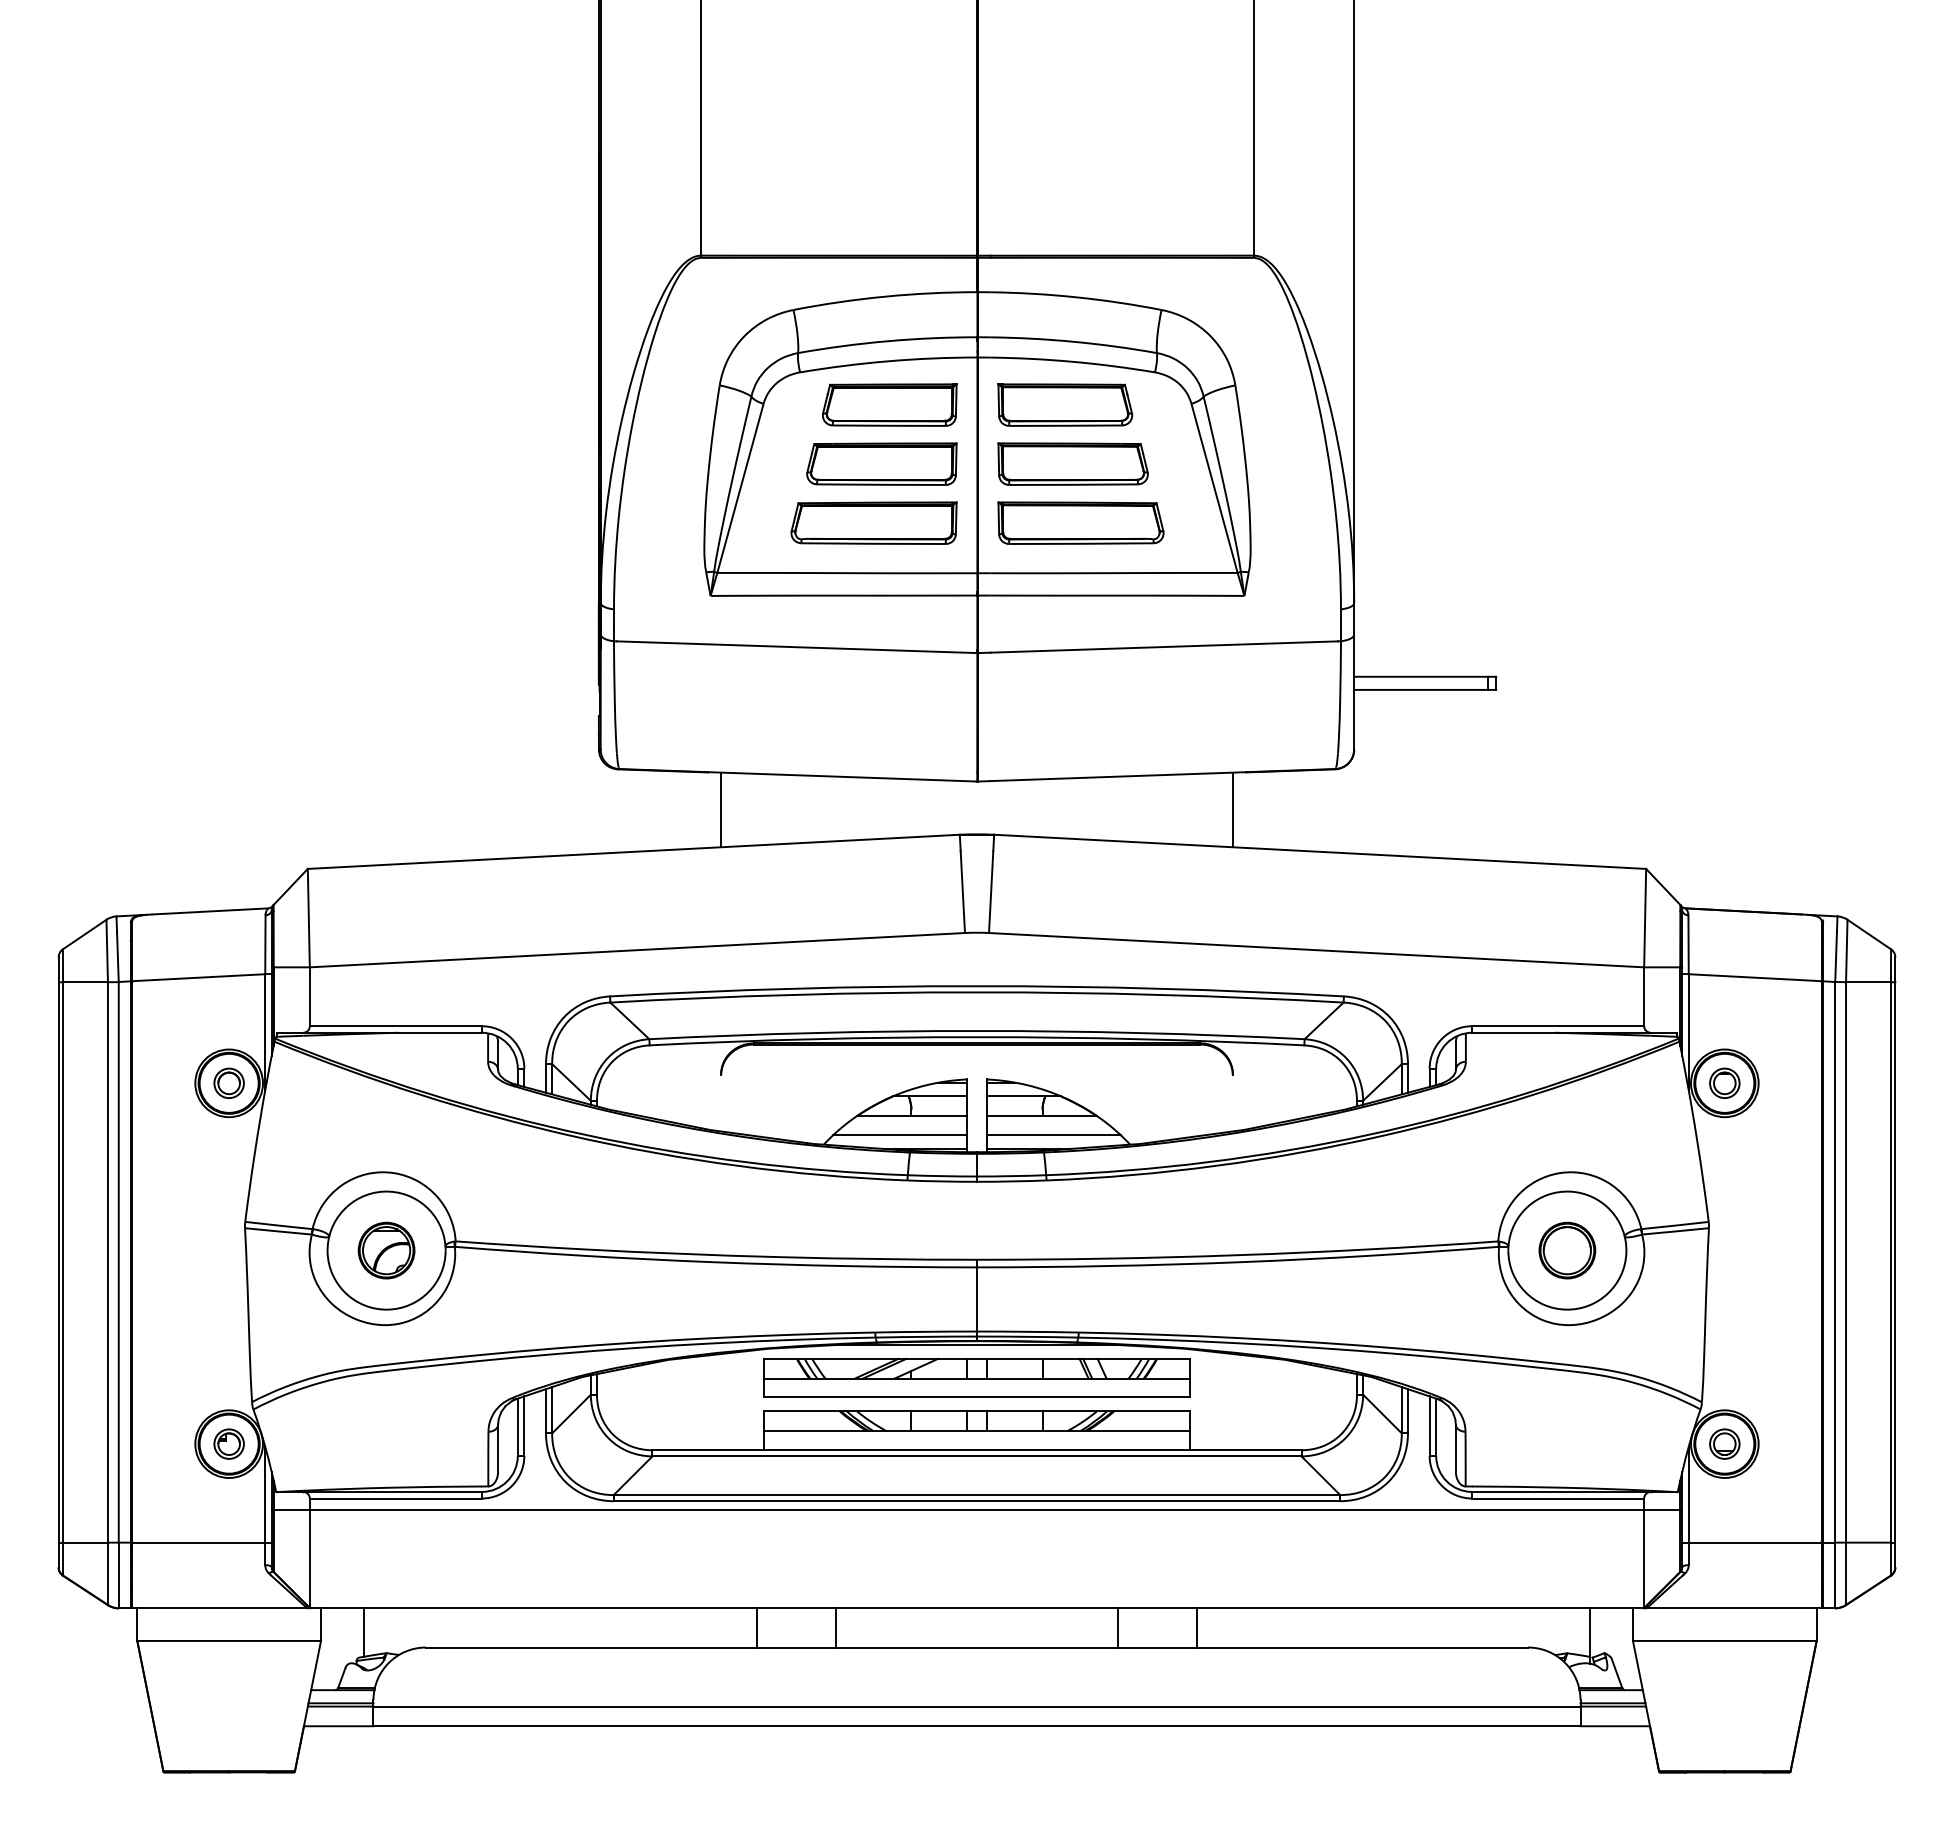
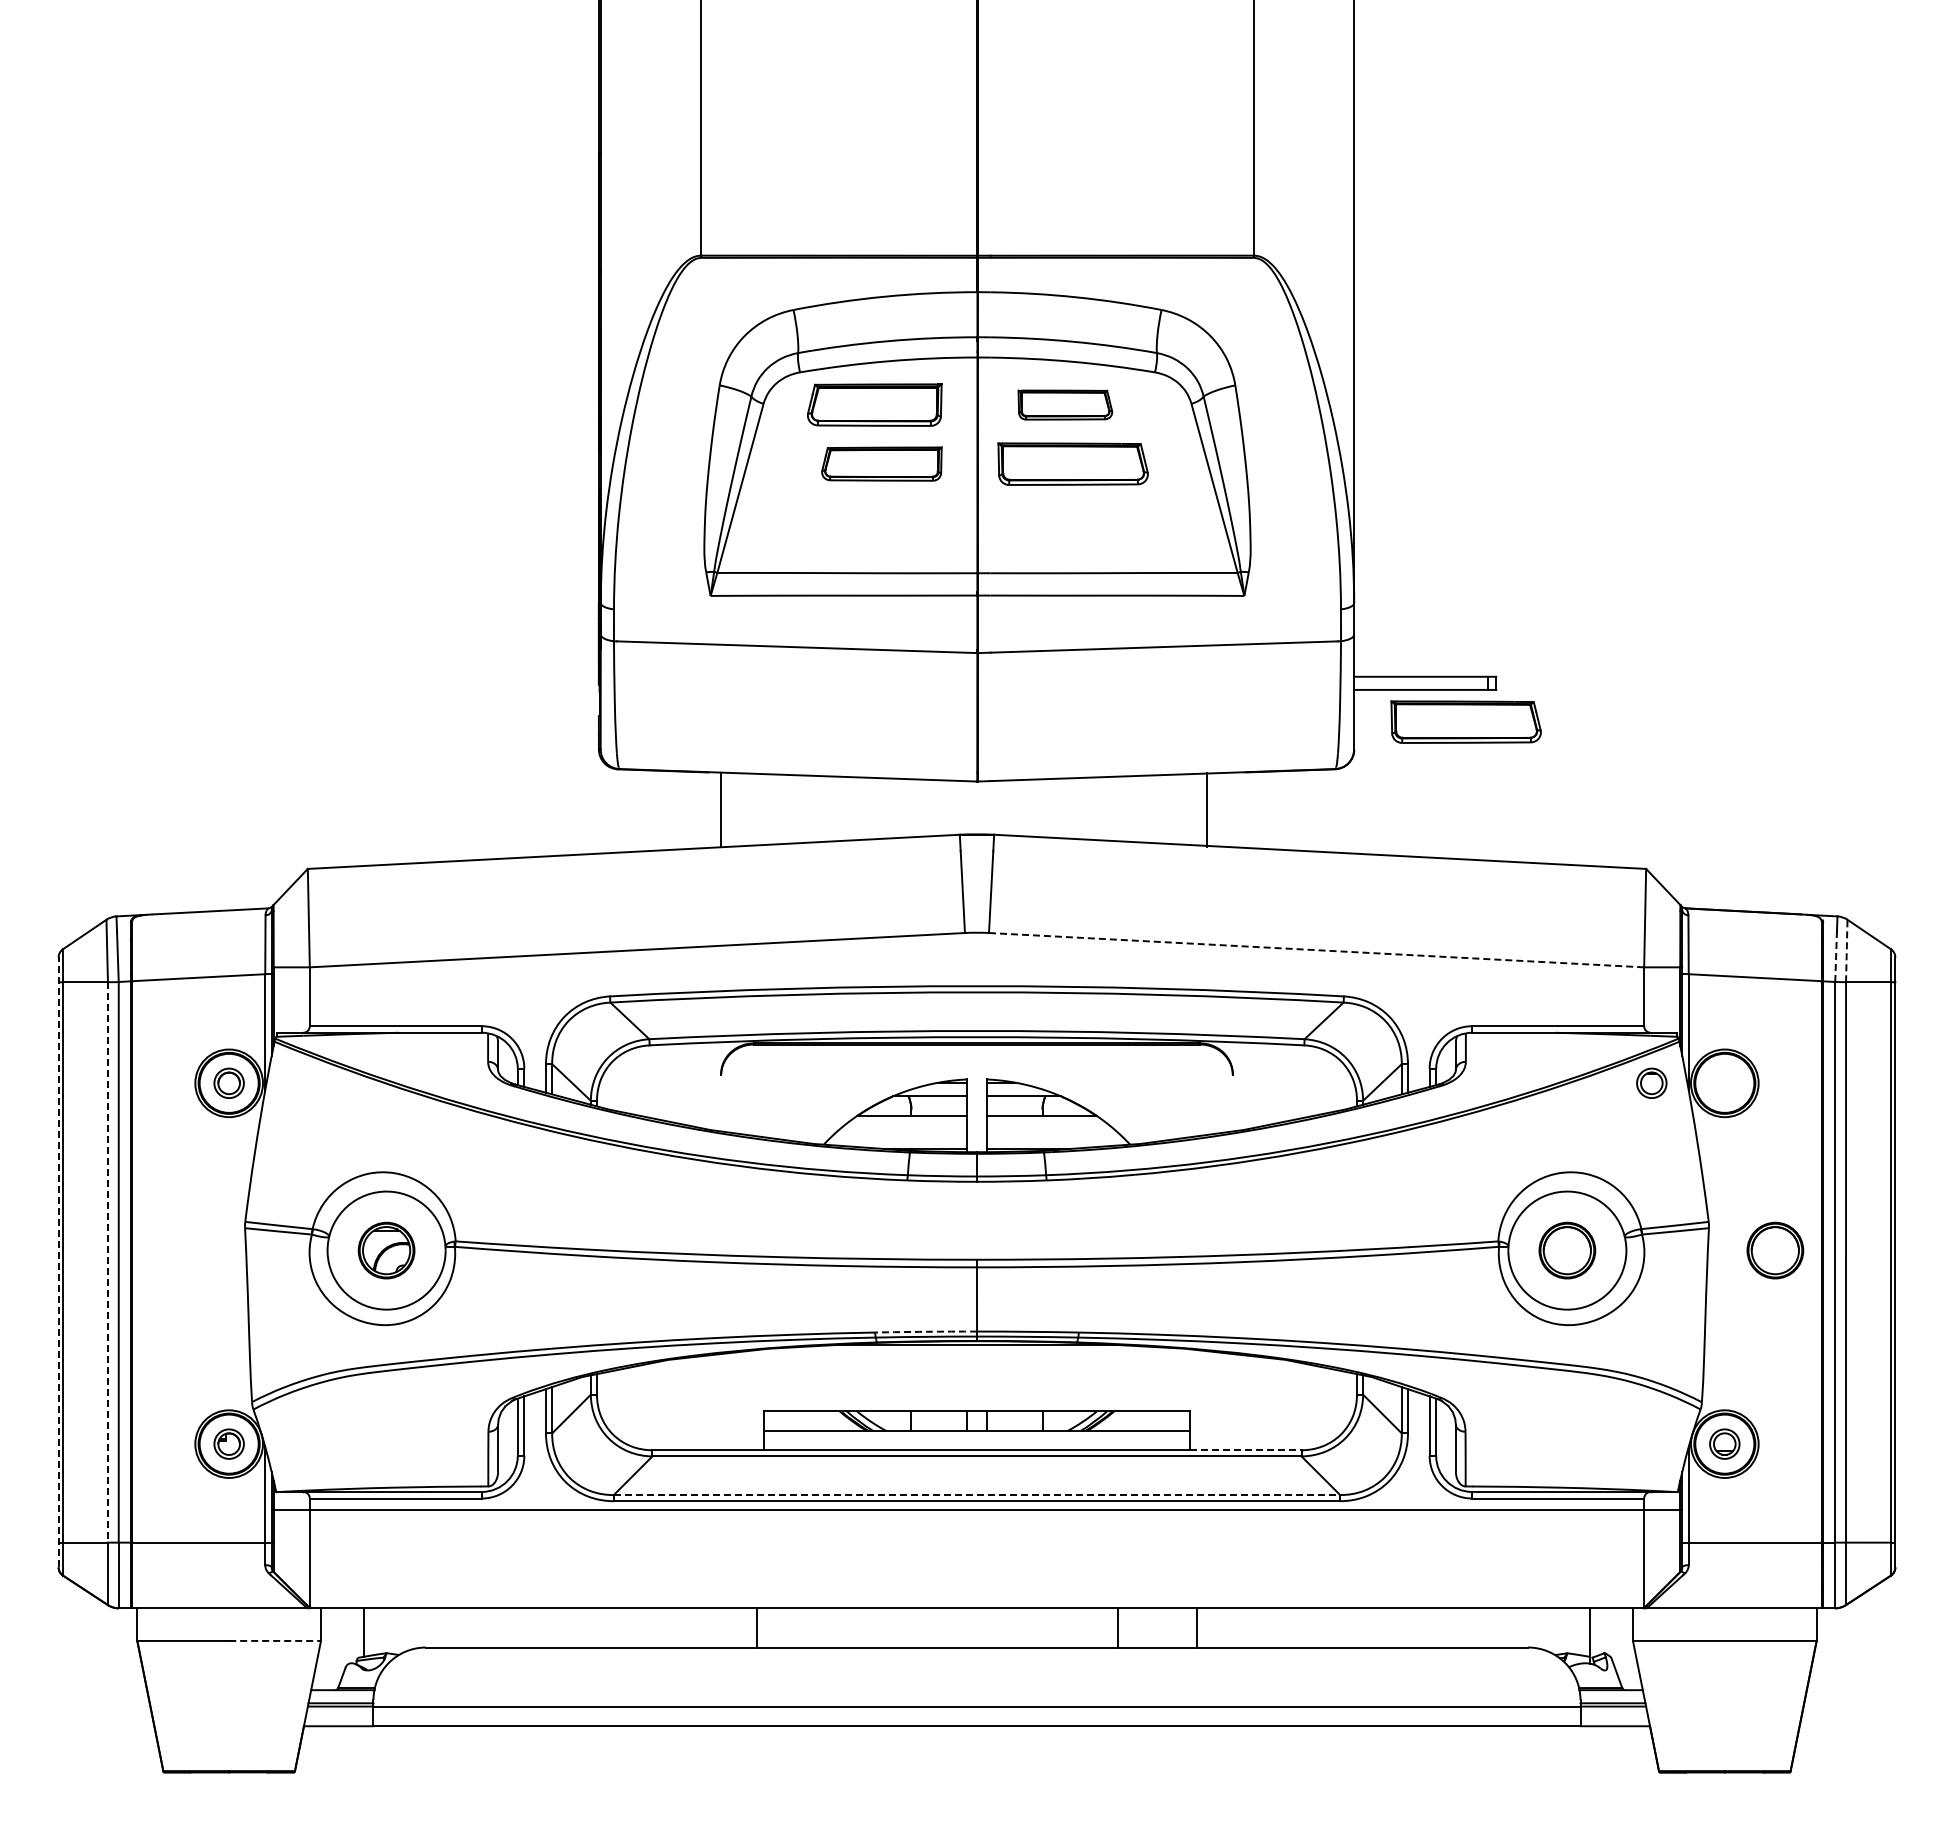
part at (889, 404) position: (889, 404) -> (874, 404)
part at (1065, 404) size: 137x44 px -> 97x32 px
part at (881, 463) size: 152x44 px -> 122x36 px
part at (873, 522): present -> none
part at (1080, 522): present -> none
part at (1465, 721): none -> present
line at (1232, 809) position: (1232, 809) -> (1206, 809)
line at (1317, 950): solid -> dashed
line at (1846, 950): solid -> dashed
line at (1836, 957): solid -> dashed
part at (1724, 1082) position: (1724, 1082) -> (1651, 1082)
line at (900, 1135): present -> none
line at (1053, 1135): present -> none
part at (1775, 1250): none -> present
line at (58, 1261): solid -> dashed
line at (107, 1262): solid -> dashed
arc at (926, 1331): solid -> dashed
part at (976, 1377): present -> none
line at (1245, 1450): solid -> dashed
line at (977, 1495): solid -> dashed
line at (835, 1627): present -> none
line at (275, 1640): solid -> dashed
